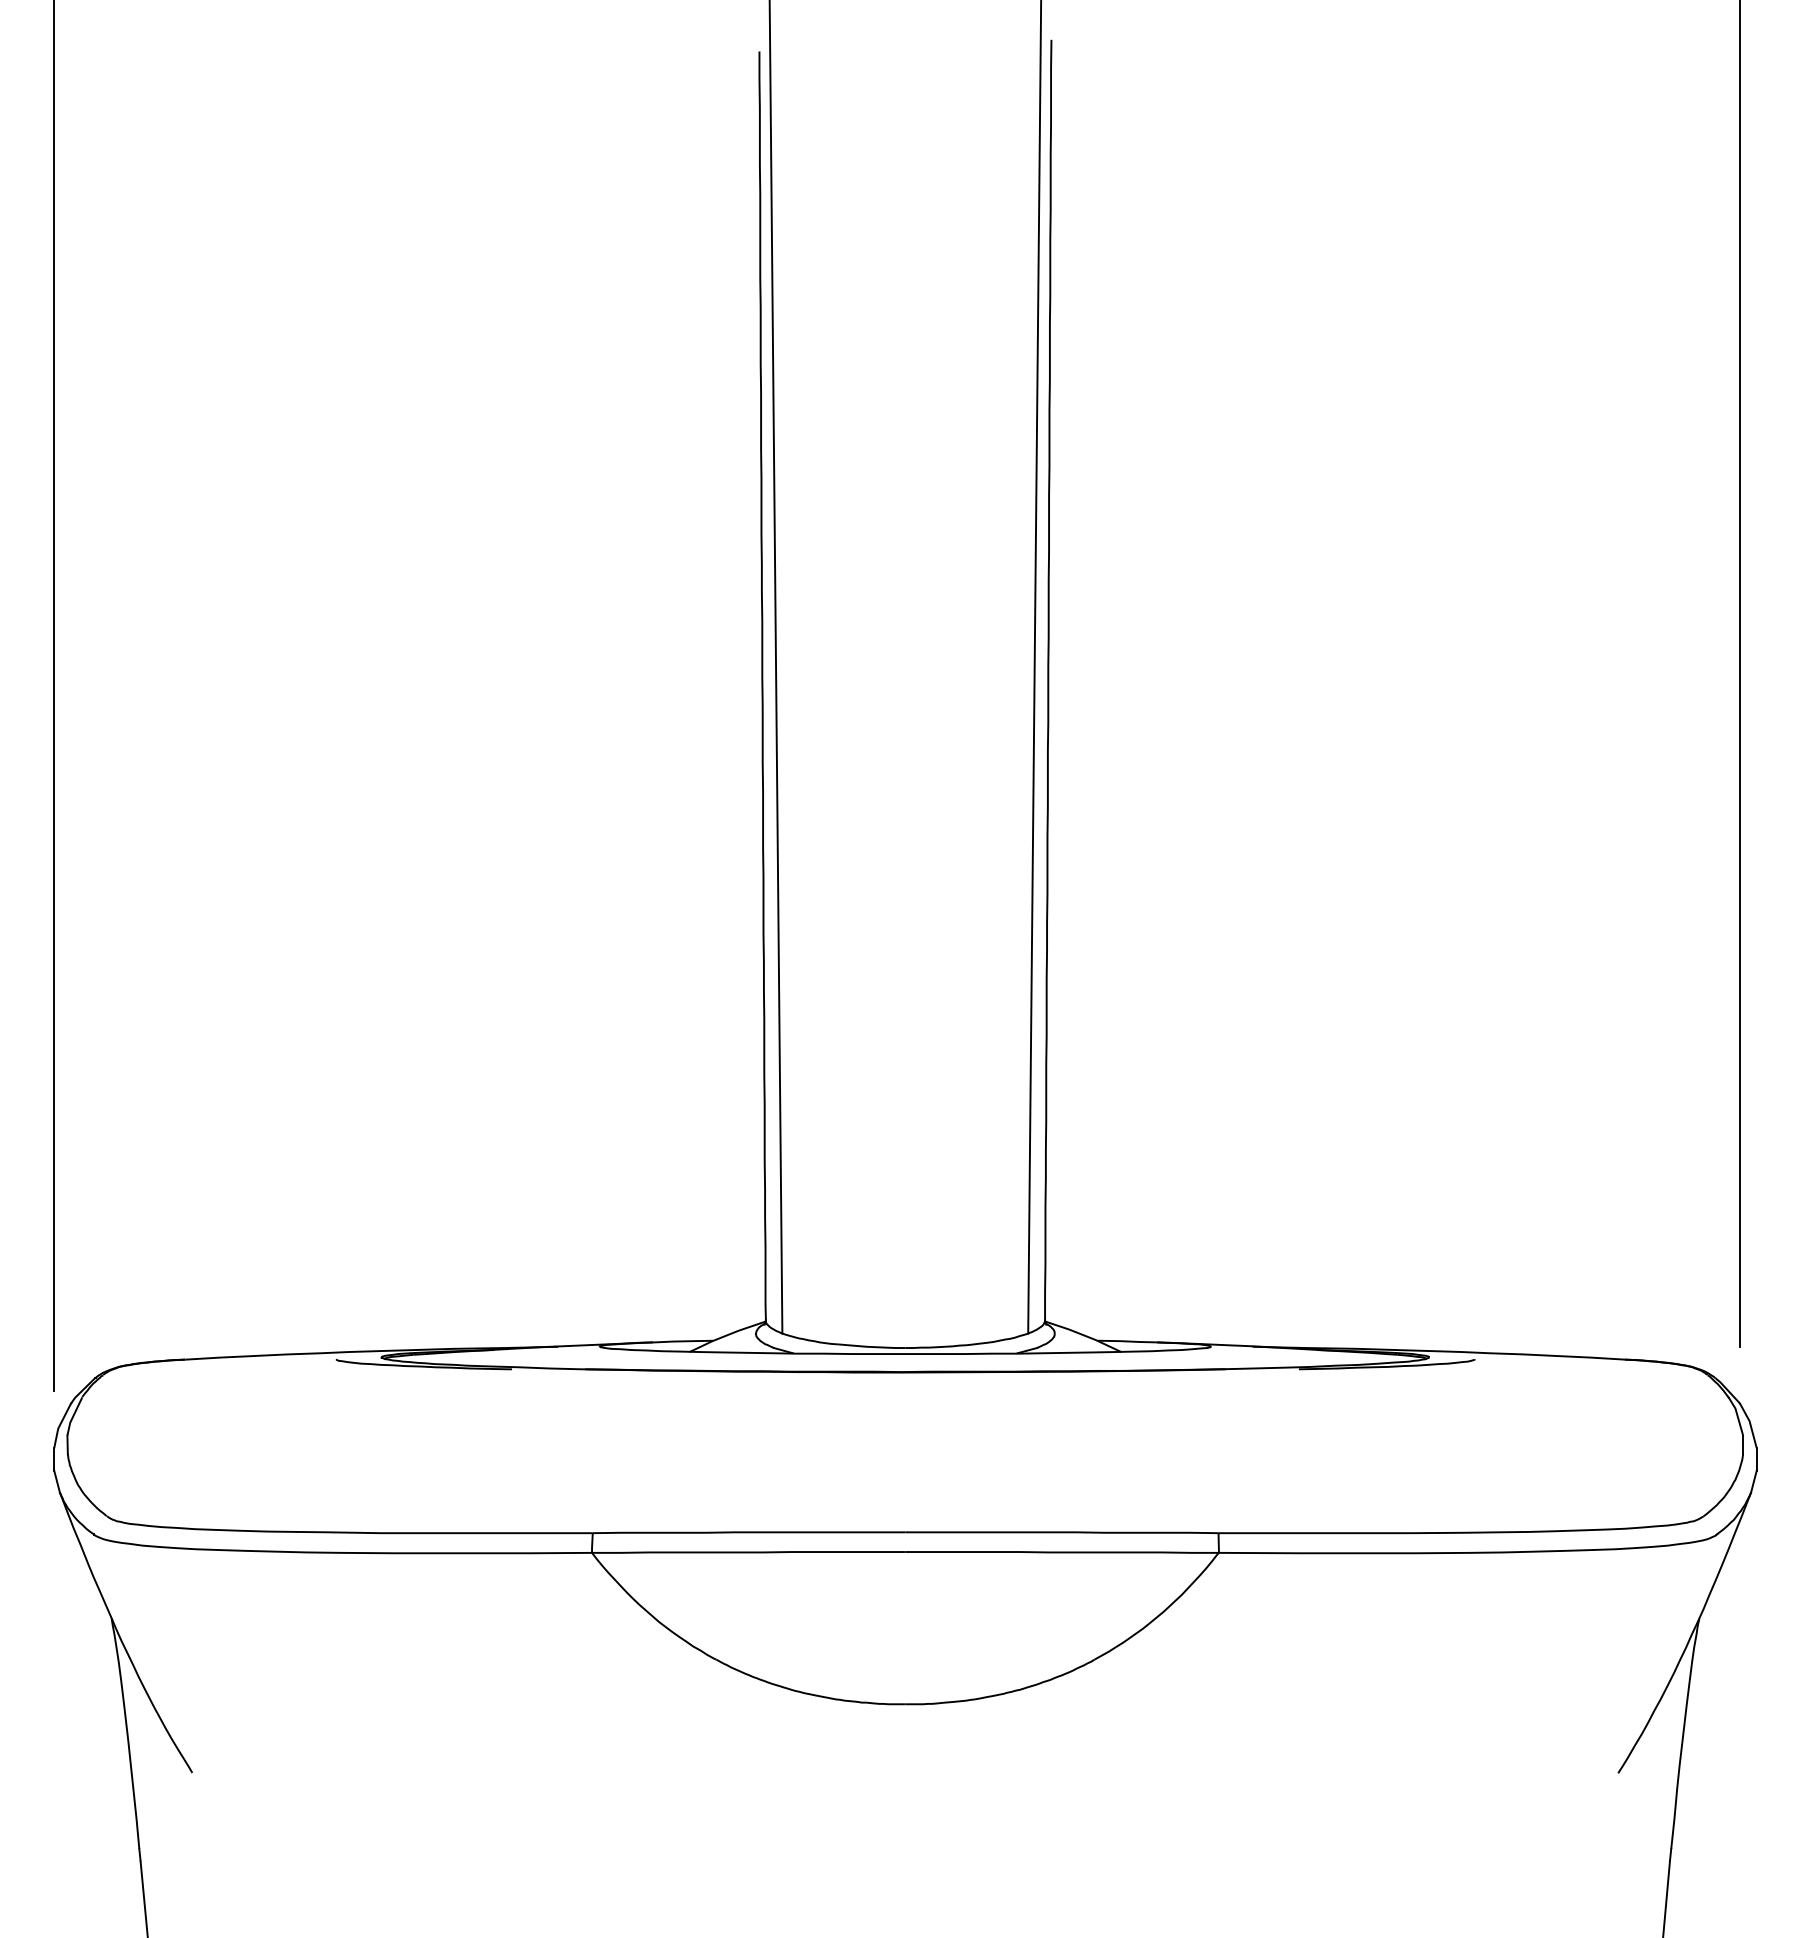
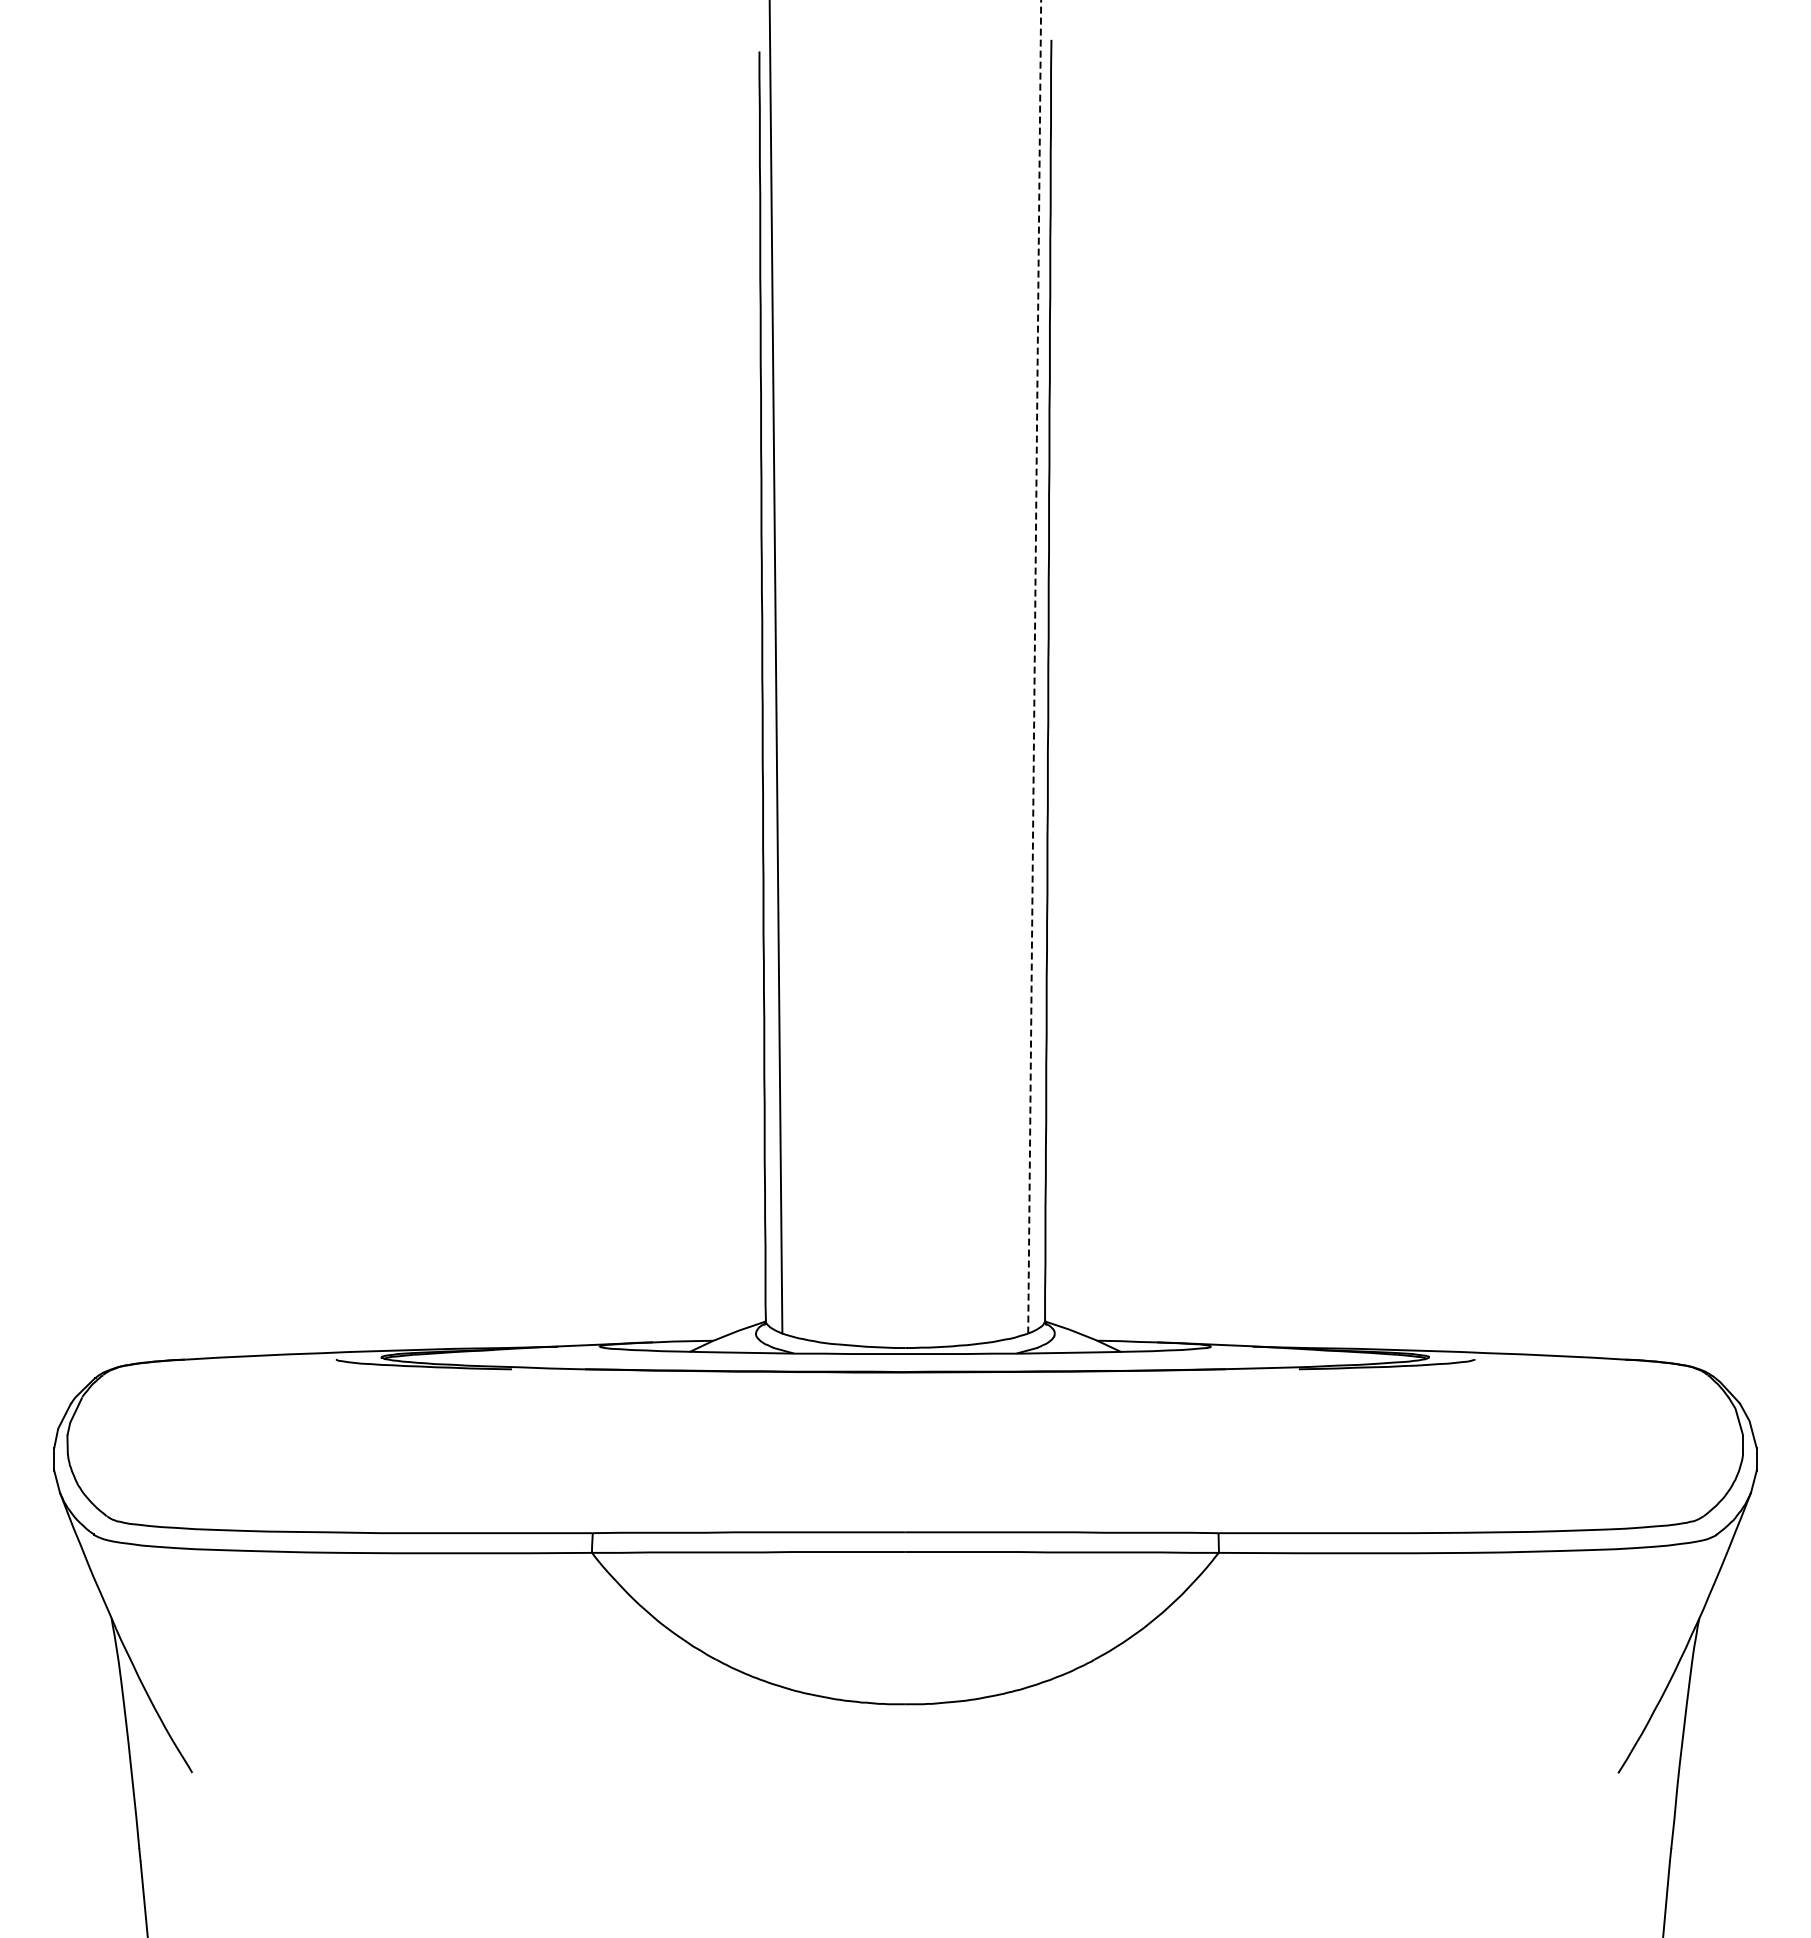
line at (1034, 666): solid -> dashed
line at (1739, 674): present -> none
line at (54, 696): present -> none
